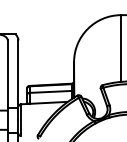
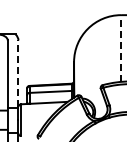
line at (121, 48): solid -> dashed
line at (18, 73): solid -> dashed
